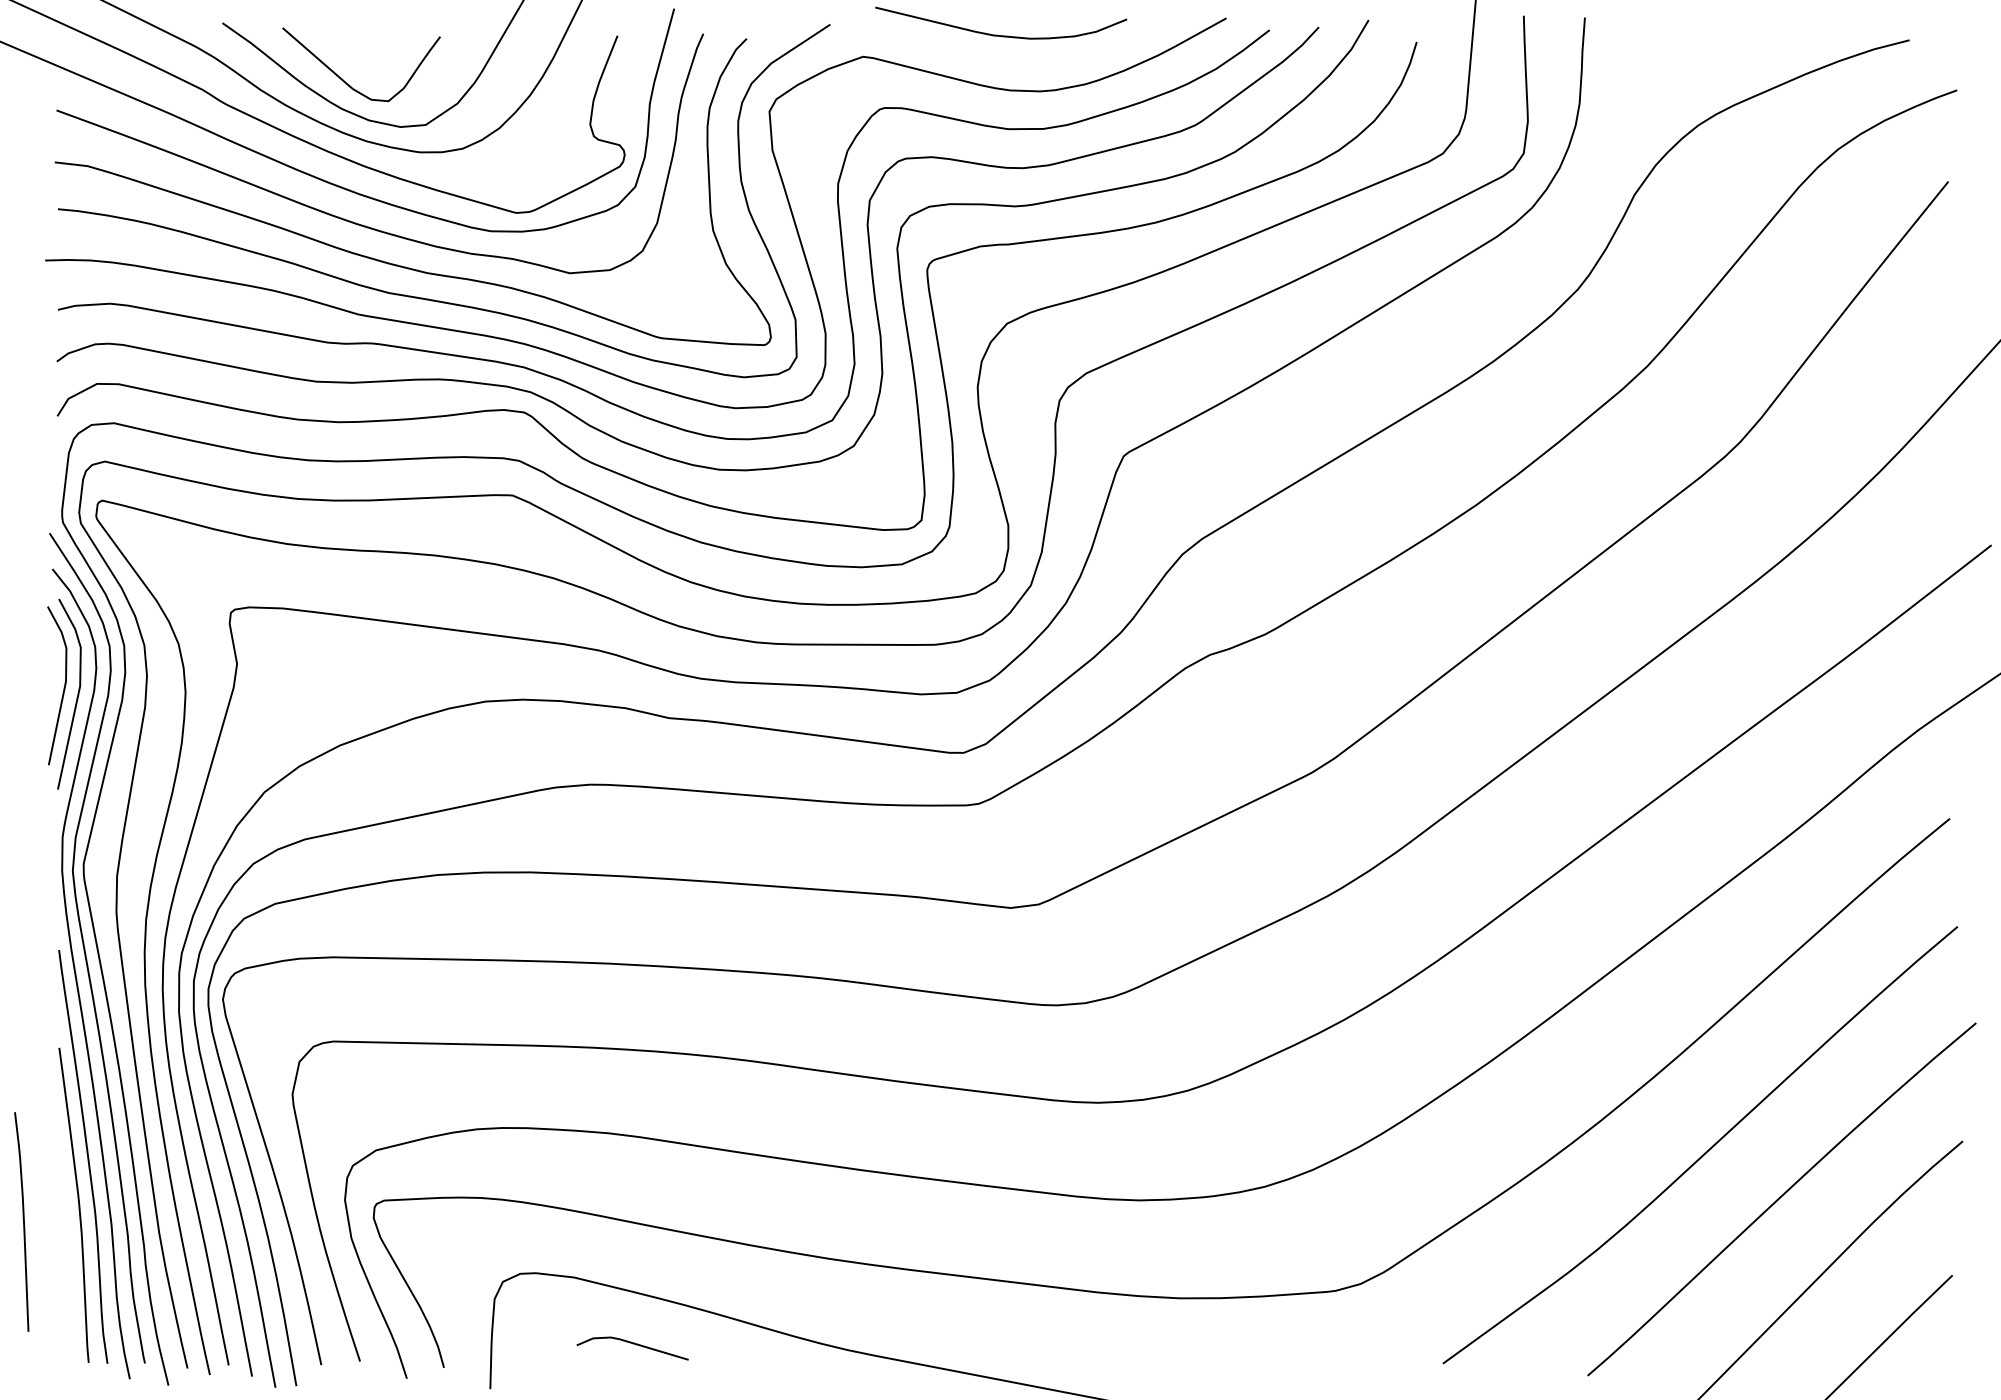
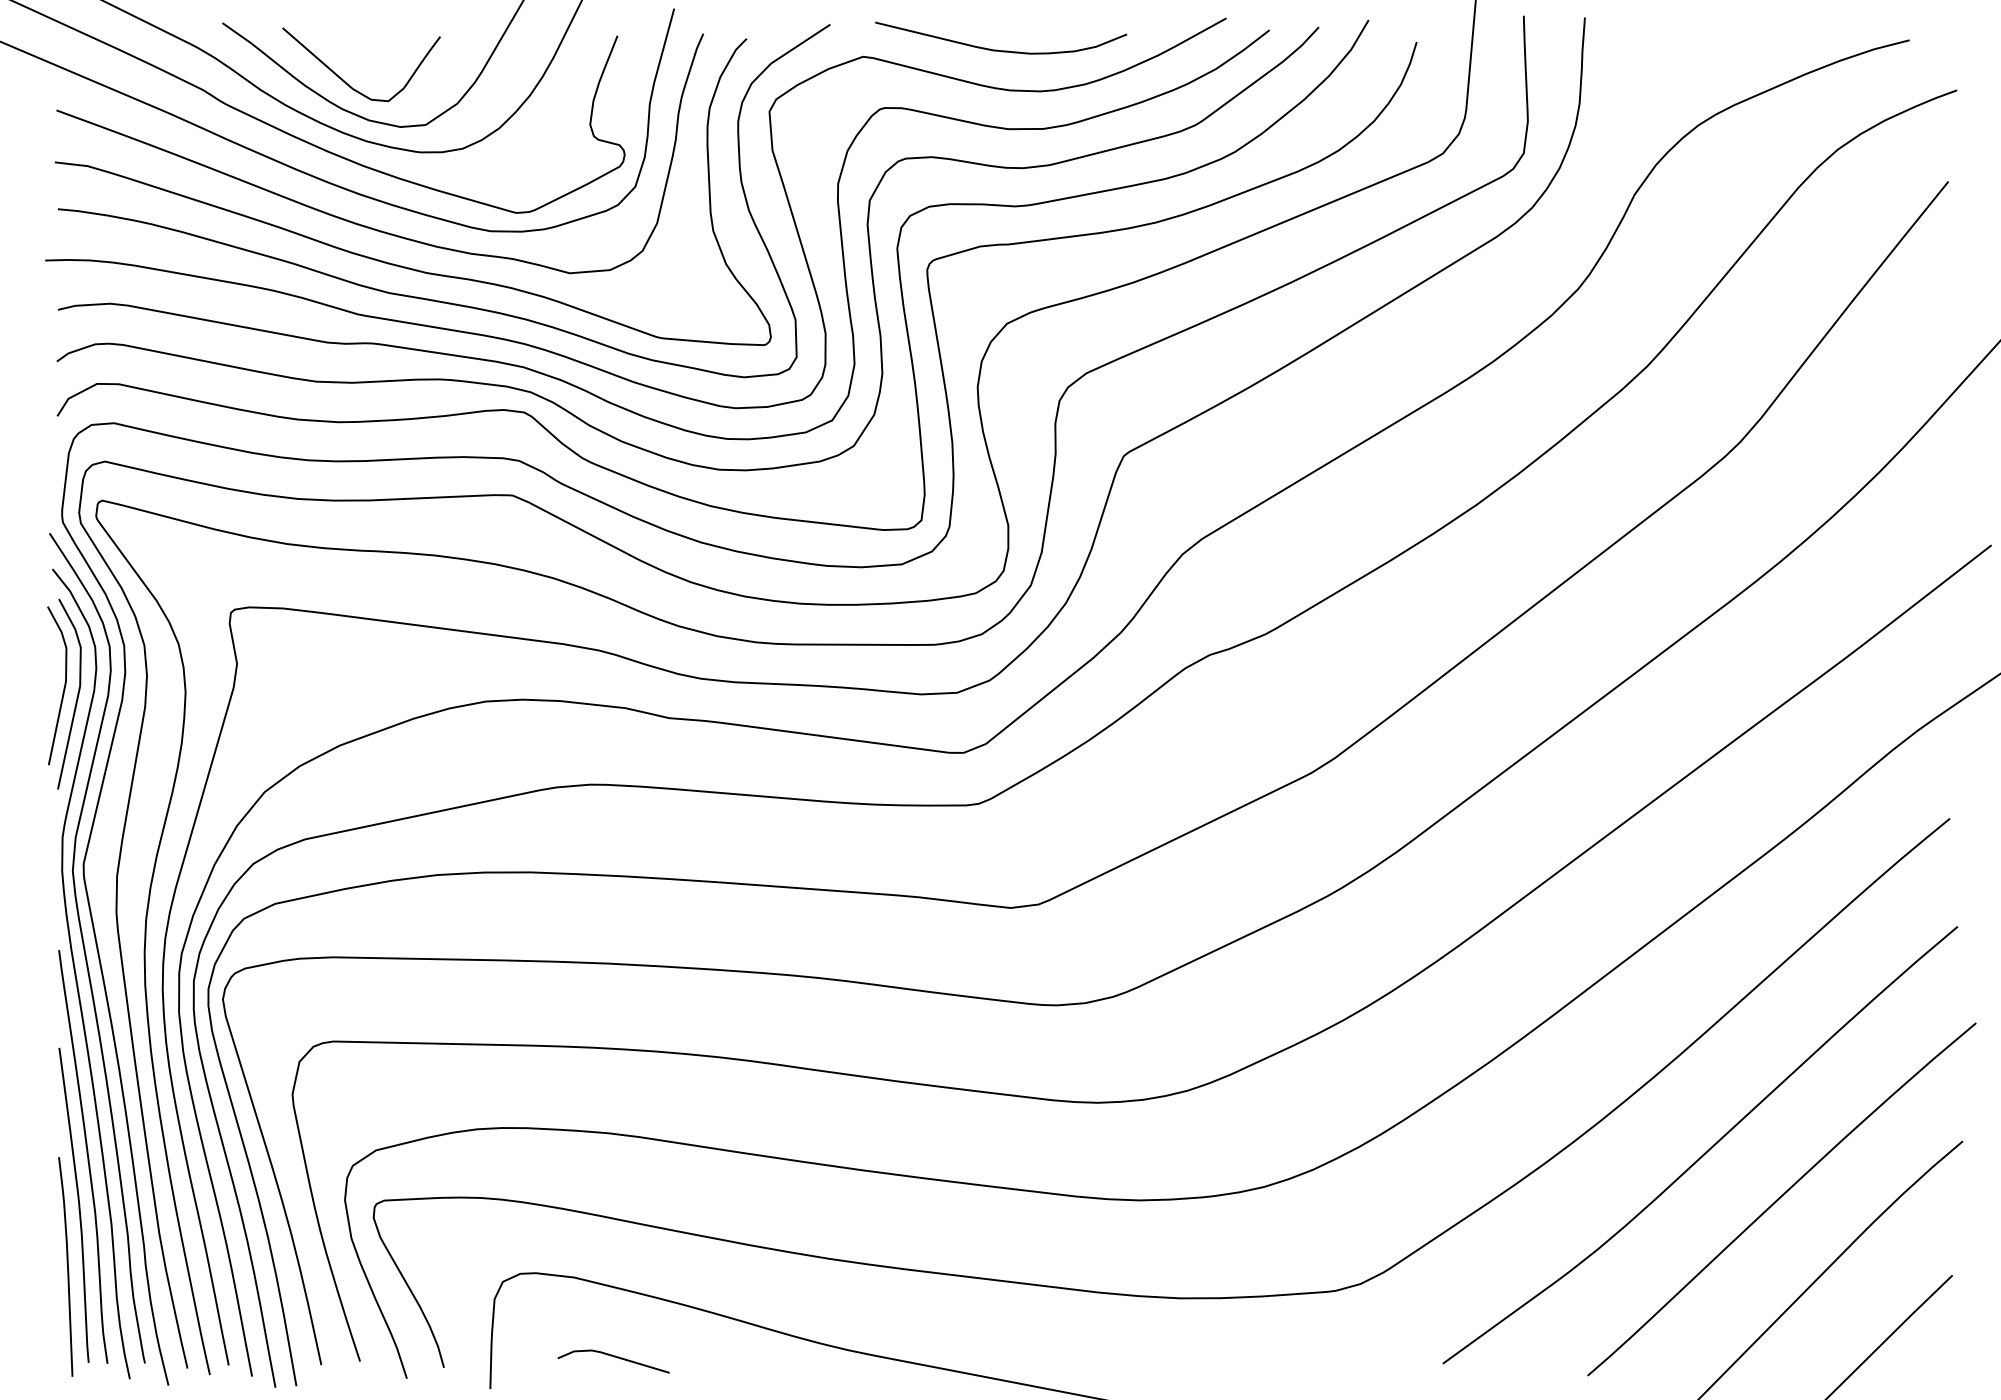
curve at (997, 34) position: (997, 34) -> (997, 49)
curve at (23, 1221) position: (23, 1221) -> (67, 1266)
line at (633, 1344) position: (633, 1344) -> (614, 1357)
